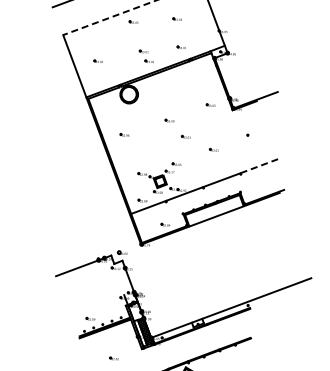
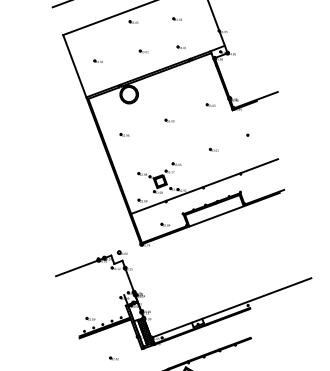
line at (110, 17): dashed -> solid
part at (148, 60): present -> none
part at (185, 136): present -> none
line at (258, 166): dashed -> solid
